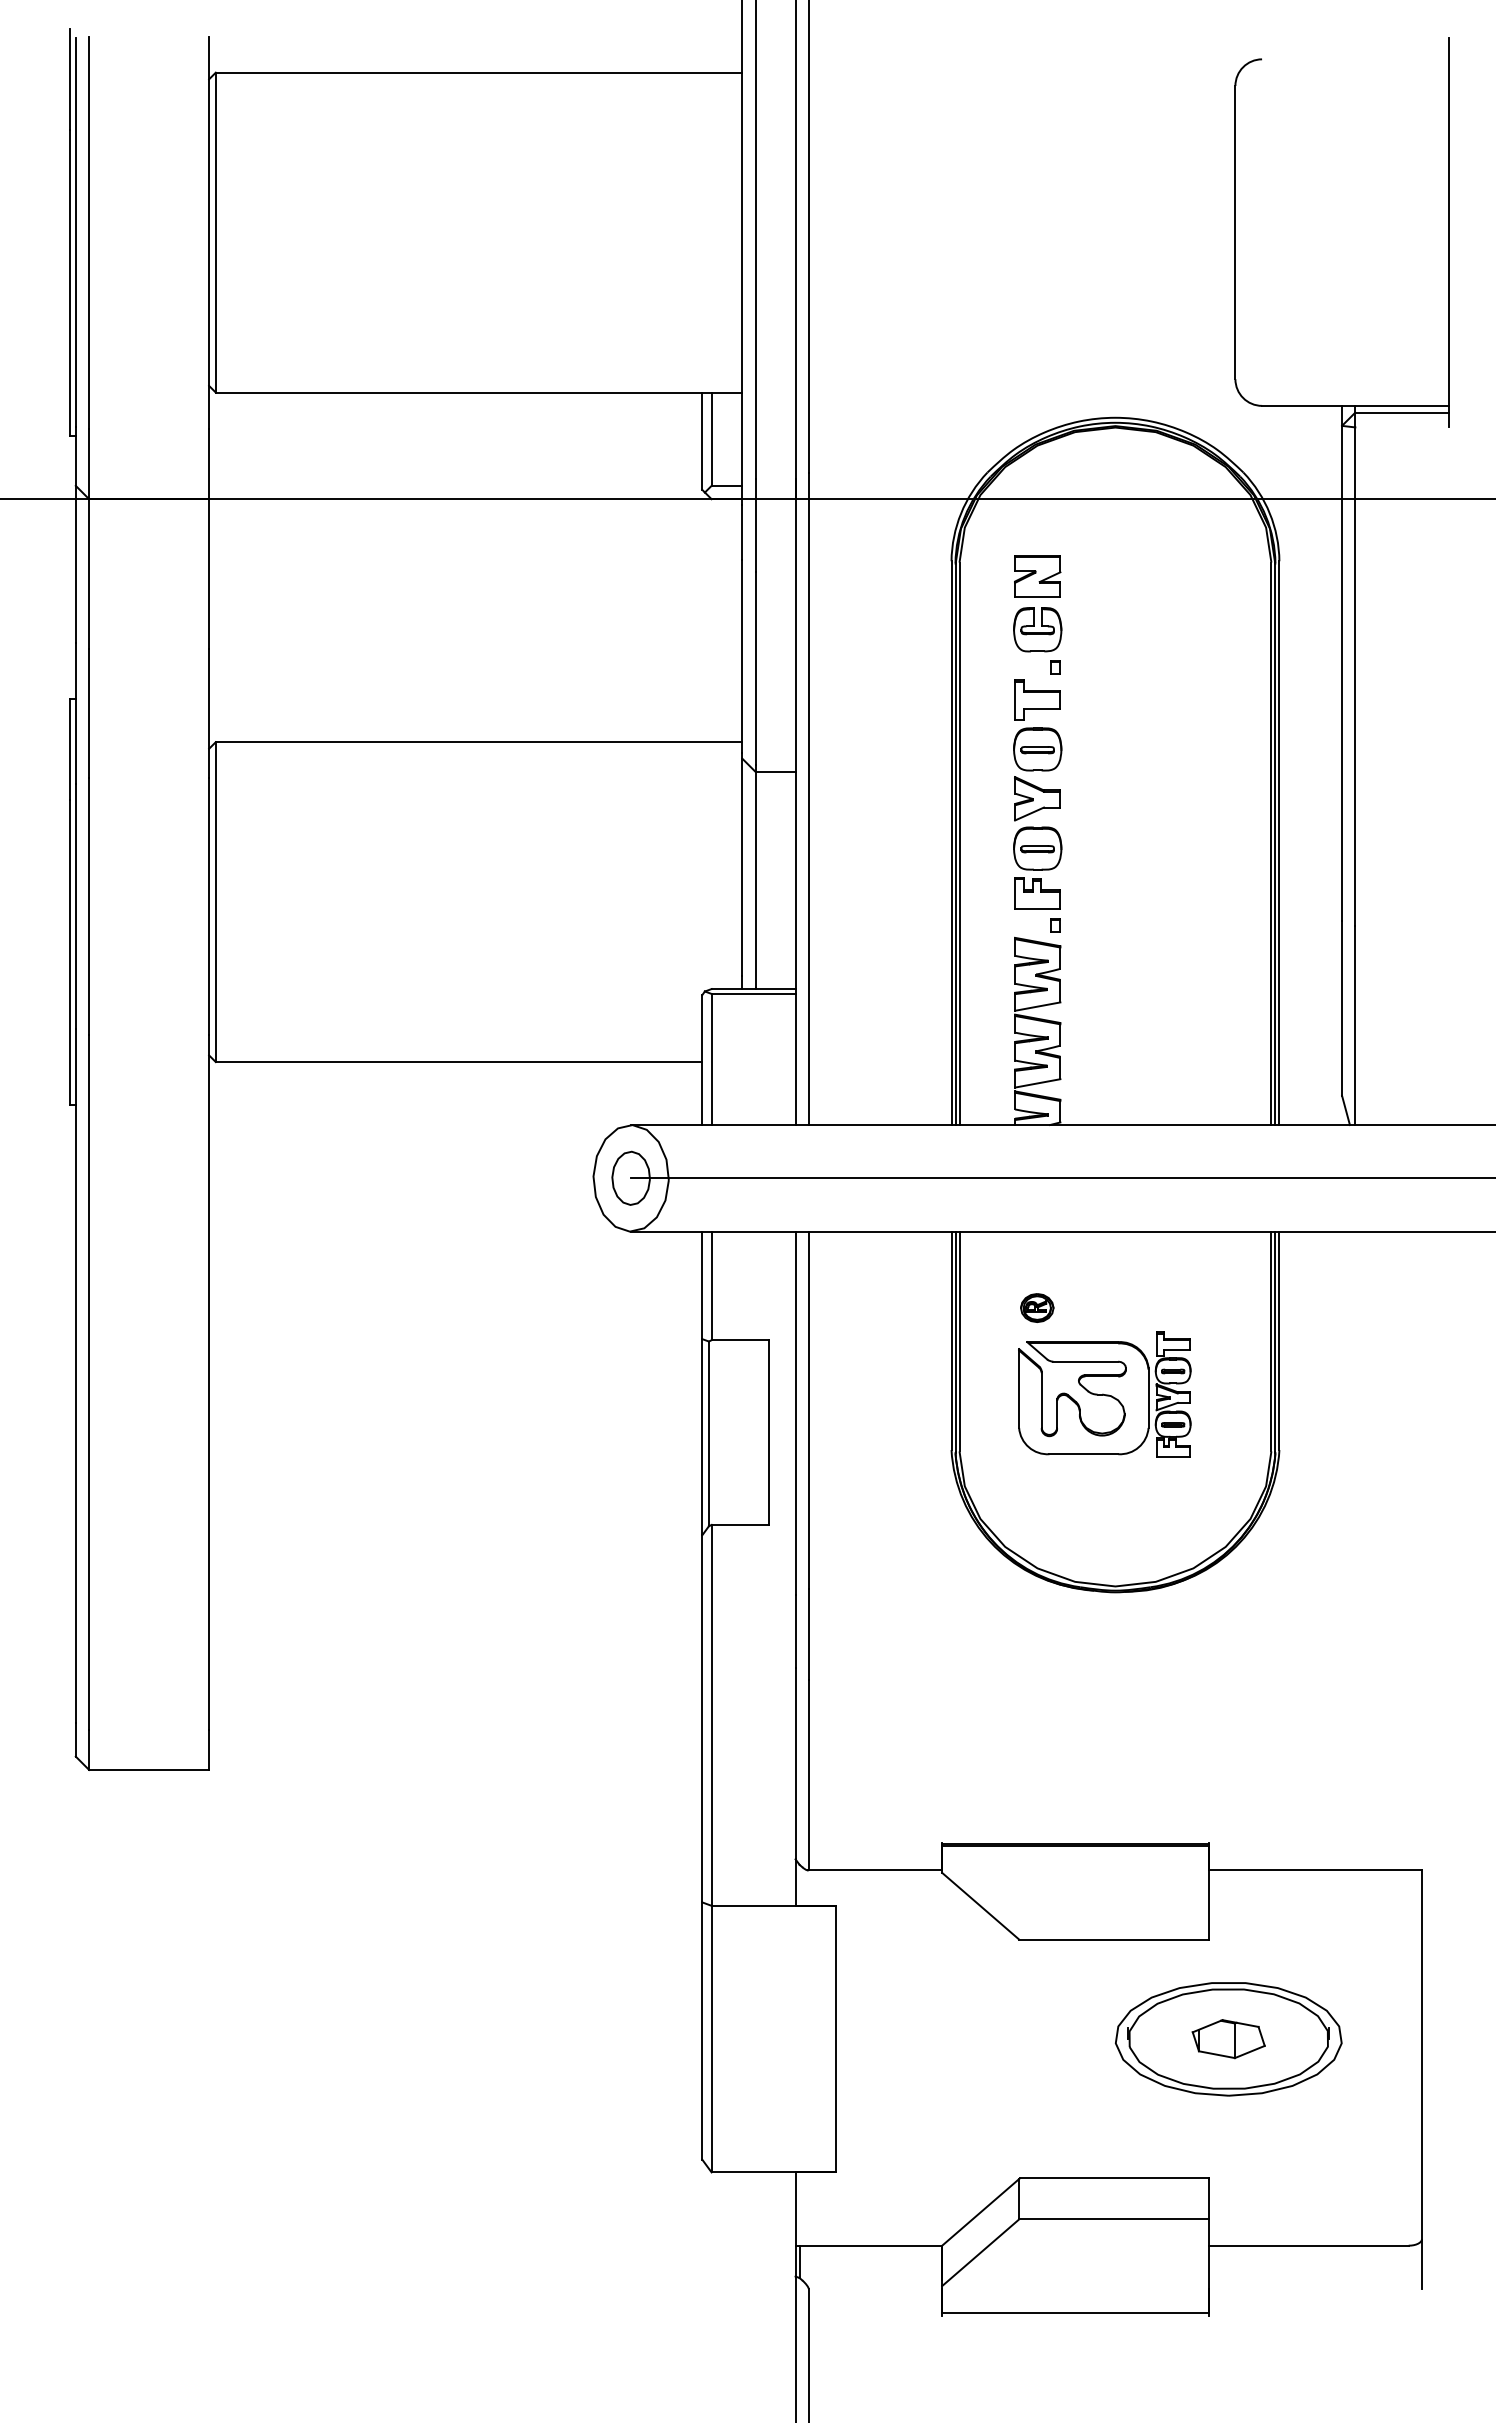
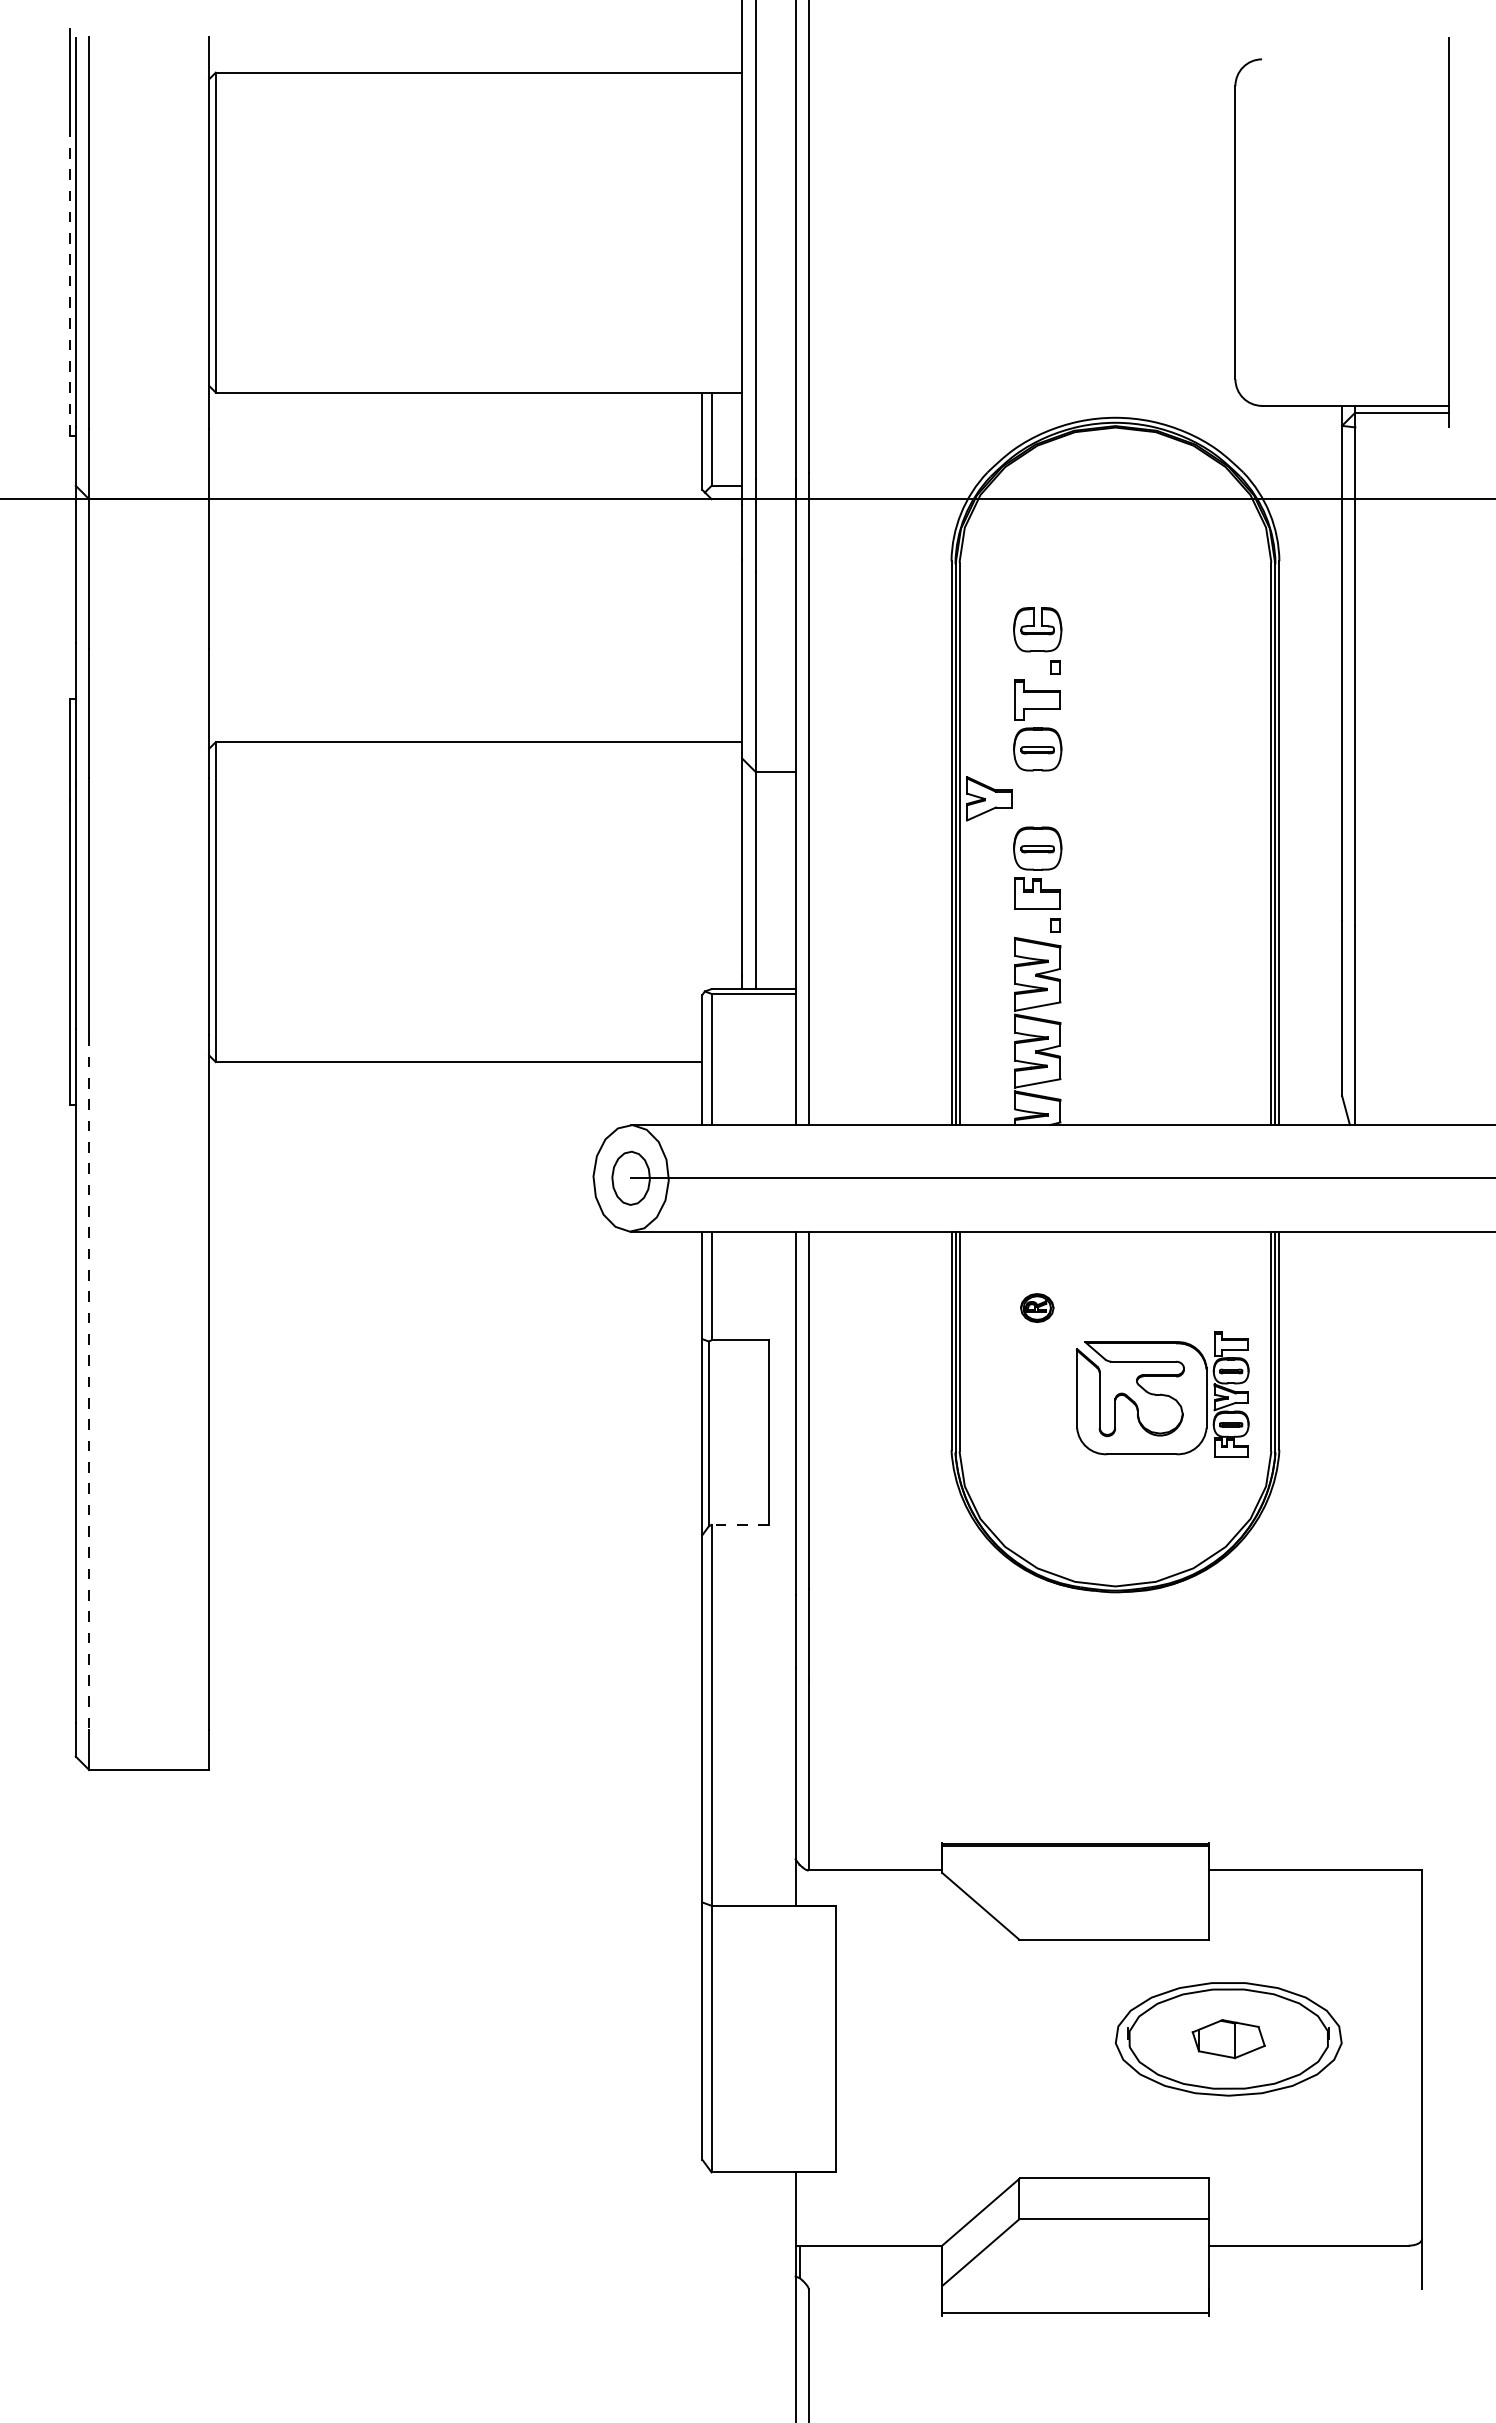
line at (70, 282): solid -> dashed
part at (1037, 576): present -> none
part at (1037, 798) position: (1037, 798) -> (989, 798)
line at (89, 1383): solid -> dashed
part at (1104, 1394) position: (1104, 1394) -> (1162, 1394)
line at (740, 1524): solid -> dashed
